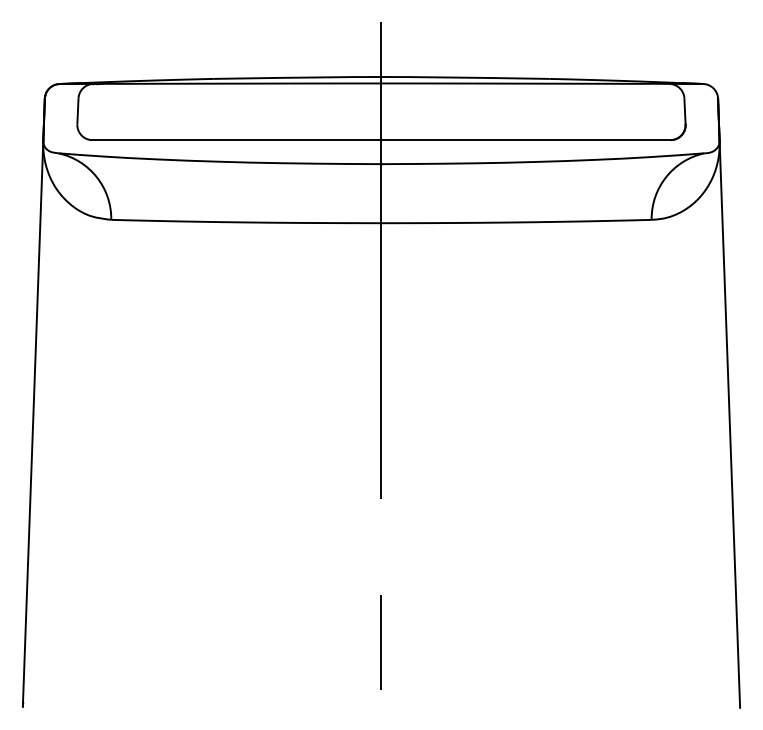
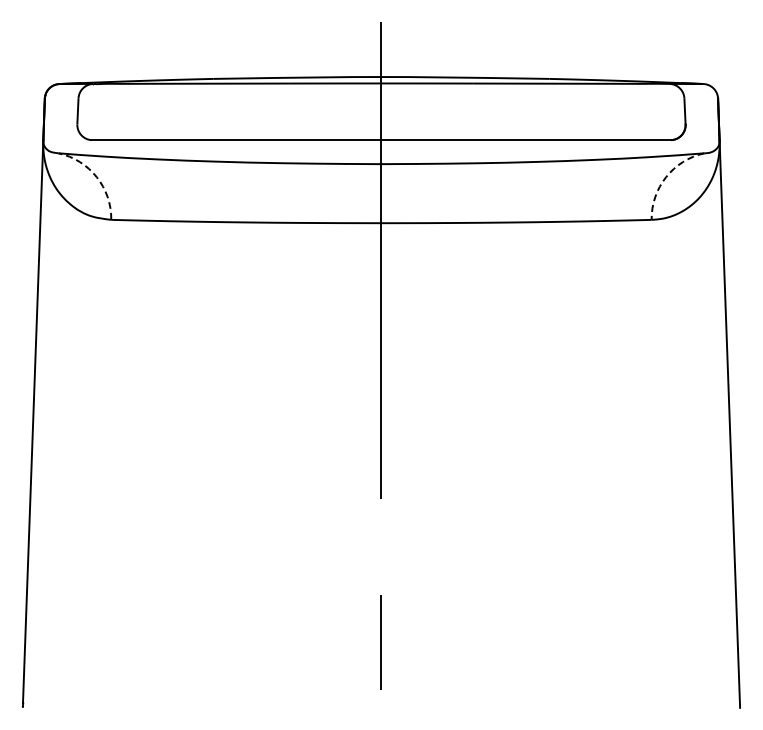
arc at (96, 177): solid -> dashed
arc at (666, 177): solid -> dashed
